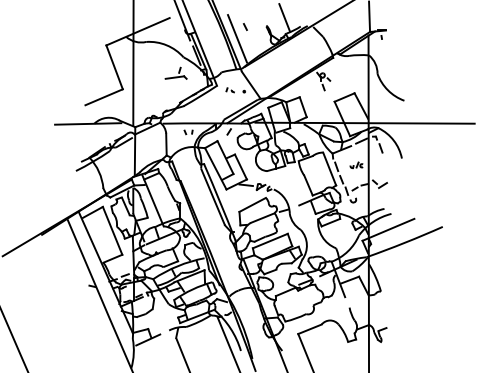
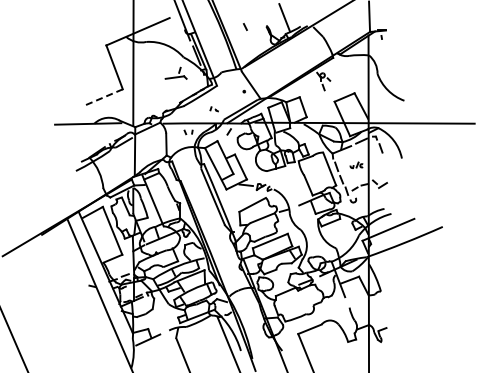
line at (237, 38): present -> none
part at (229, 90) position: (229, 90) -> (213, 109)
line at (103, 97): solid -> dashed
